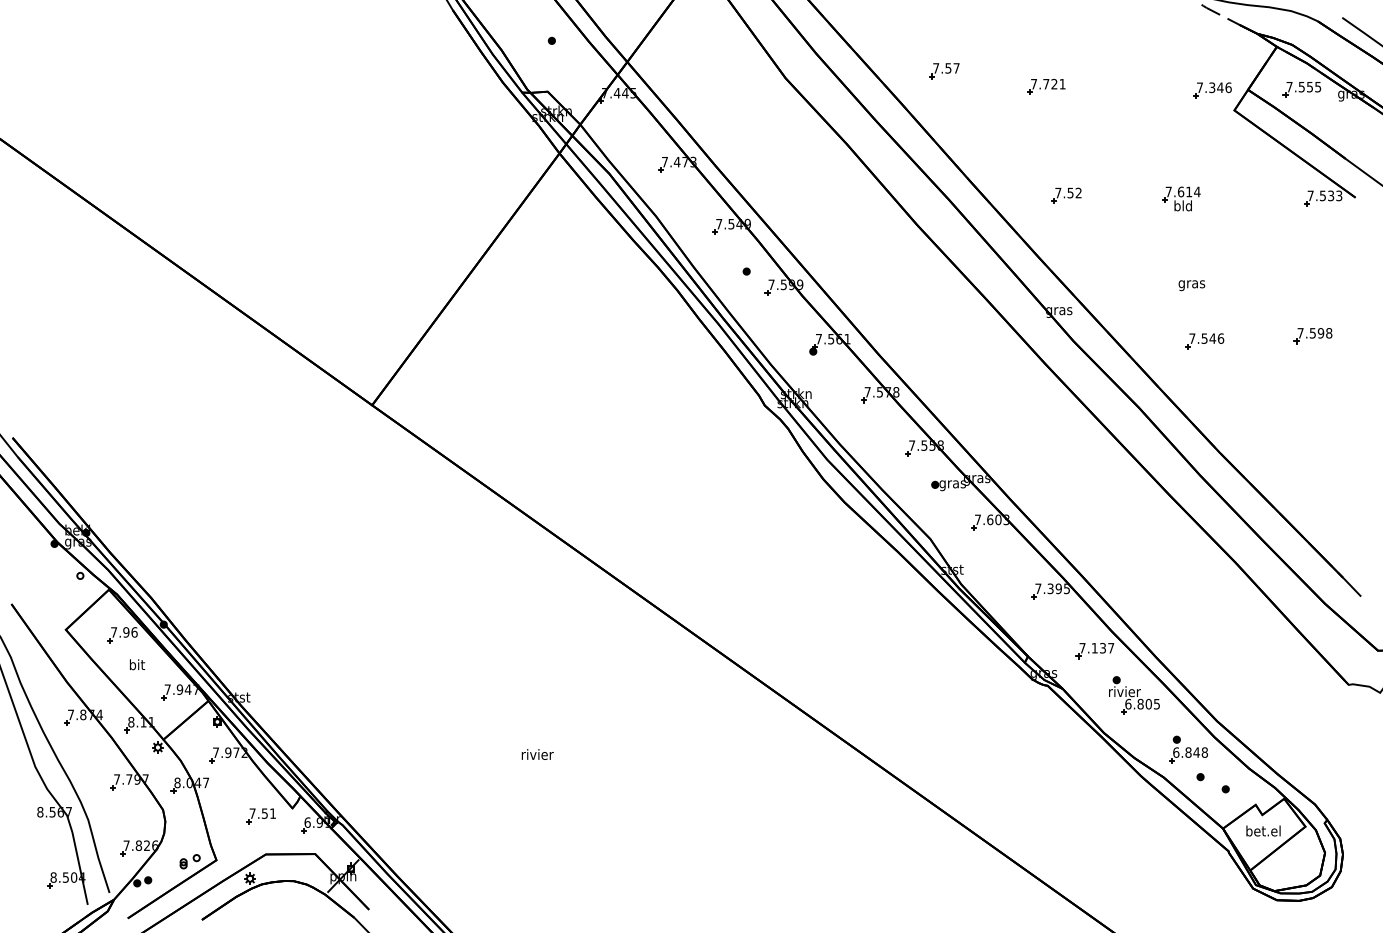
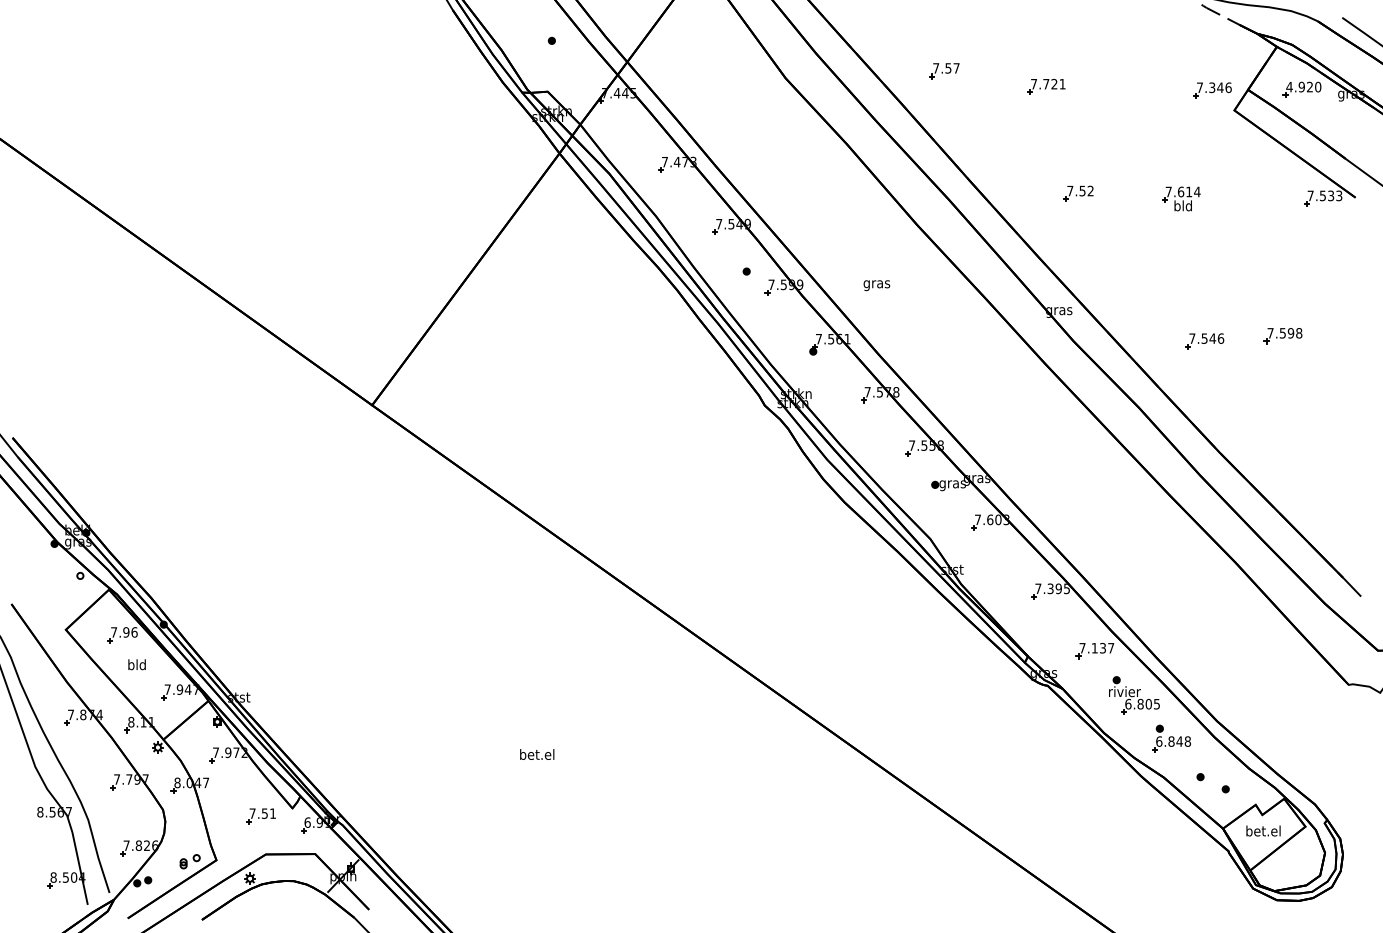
text at (1303, 86): 7.555 -> 4.920
part at (1066, 195) position: (1066, 195) -> (1078, 193)
text at (1191, 285) position: (1191, 285) -> (876, 285)
part at (1312, 336) position: (1312, 336) -> (1282, 336)
text at (136, 664): bit -> bld
part at (1188, 749) position: (1188, 749) -> (1171, 738)
text at (537, 754): rivier -> bet.el
